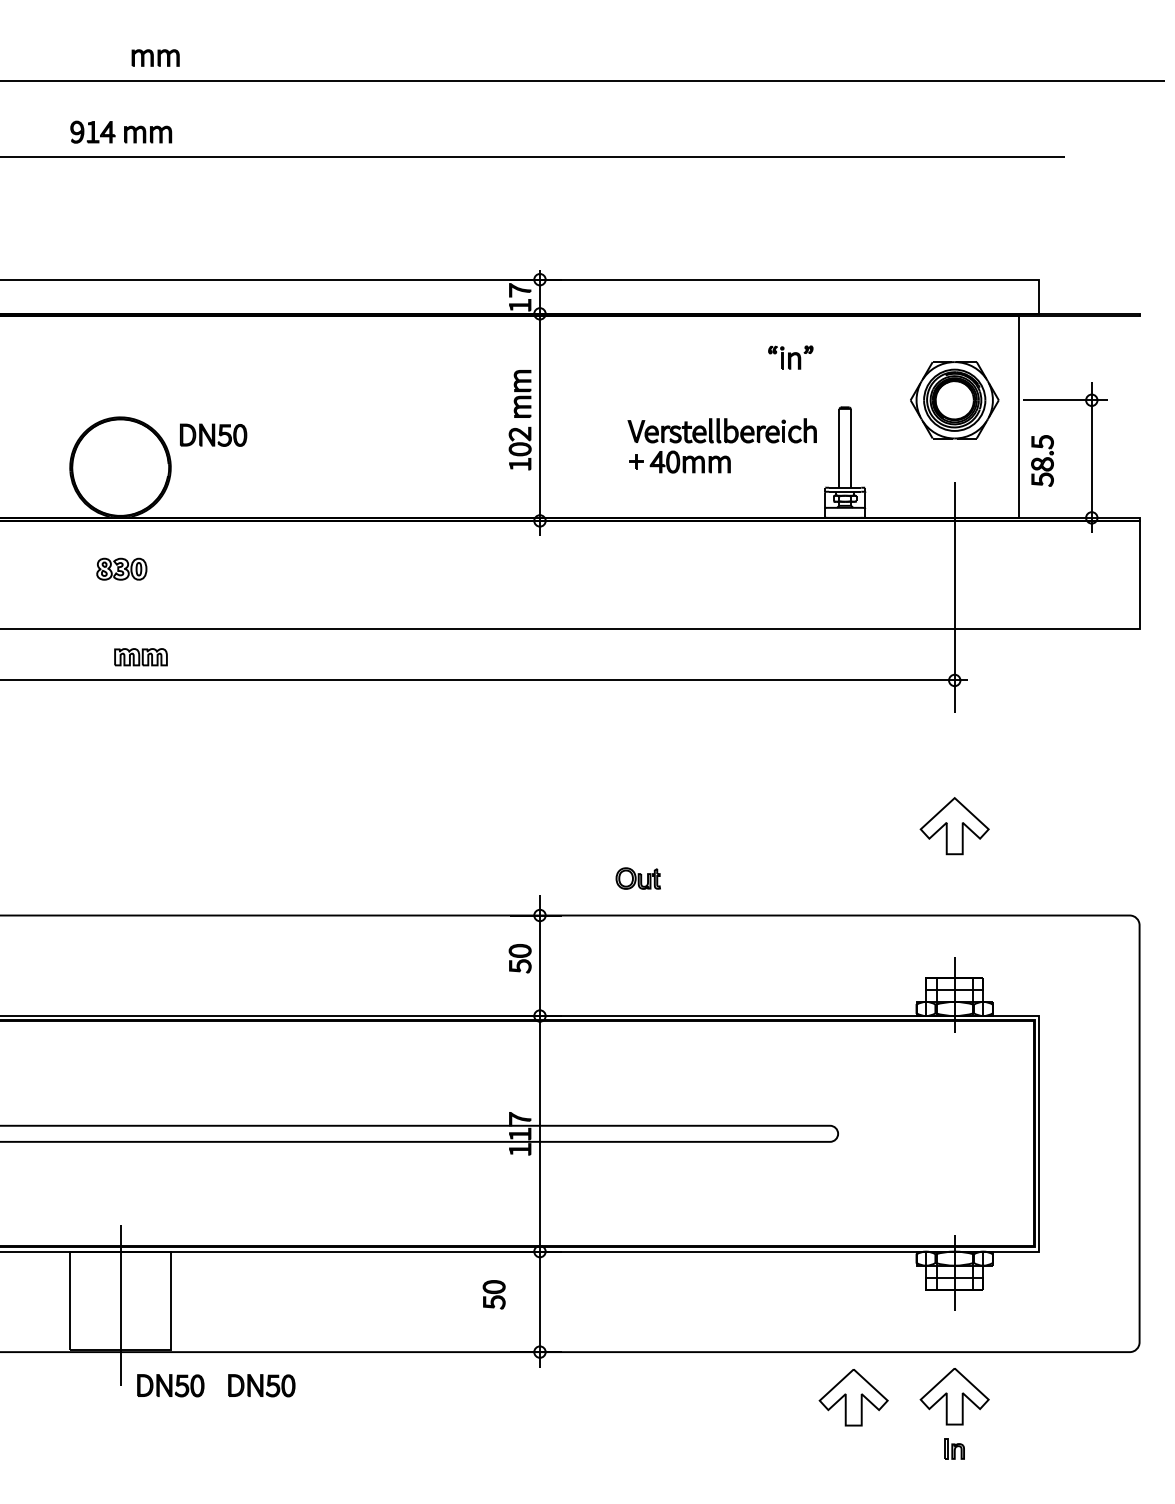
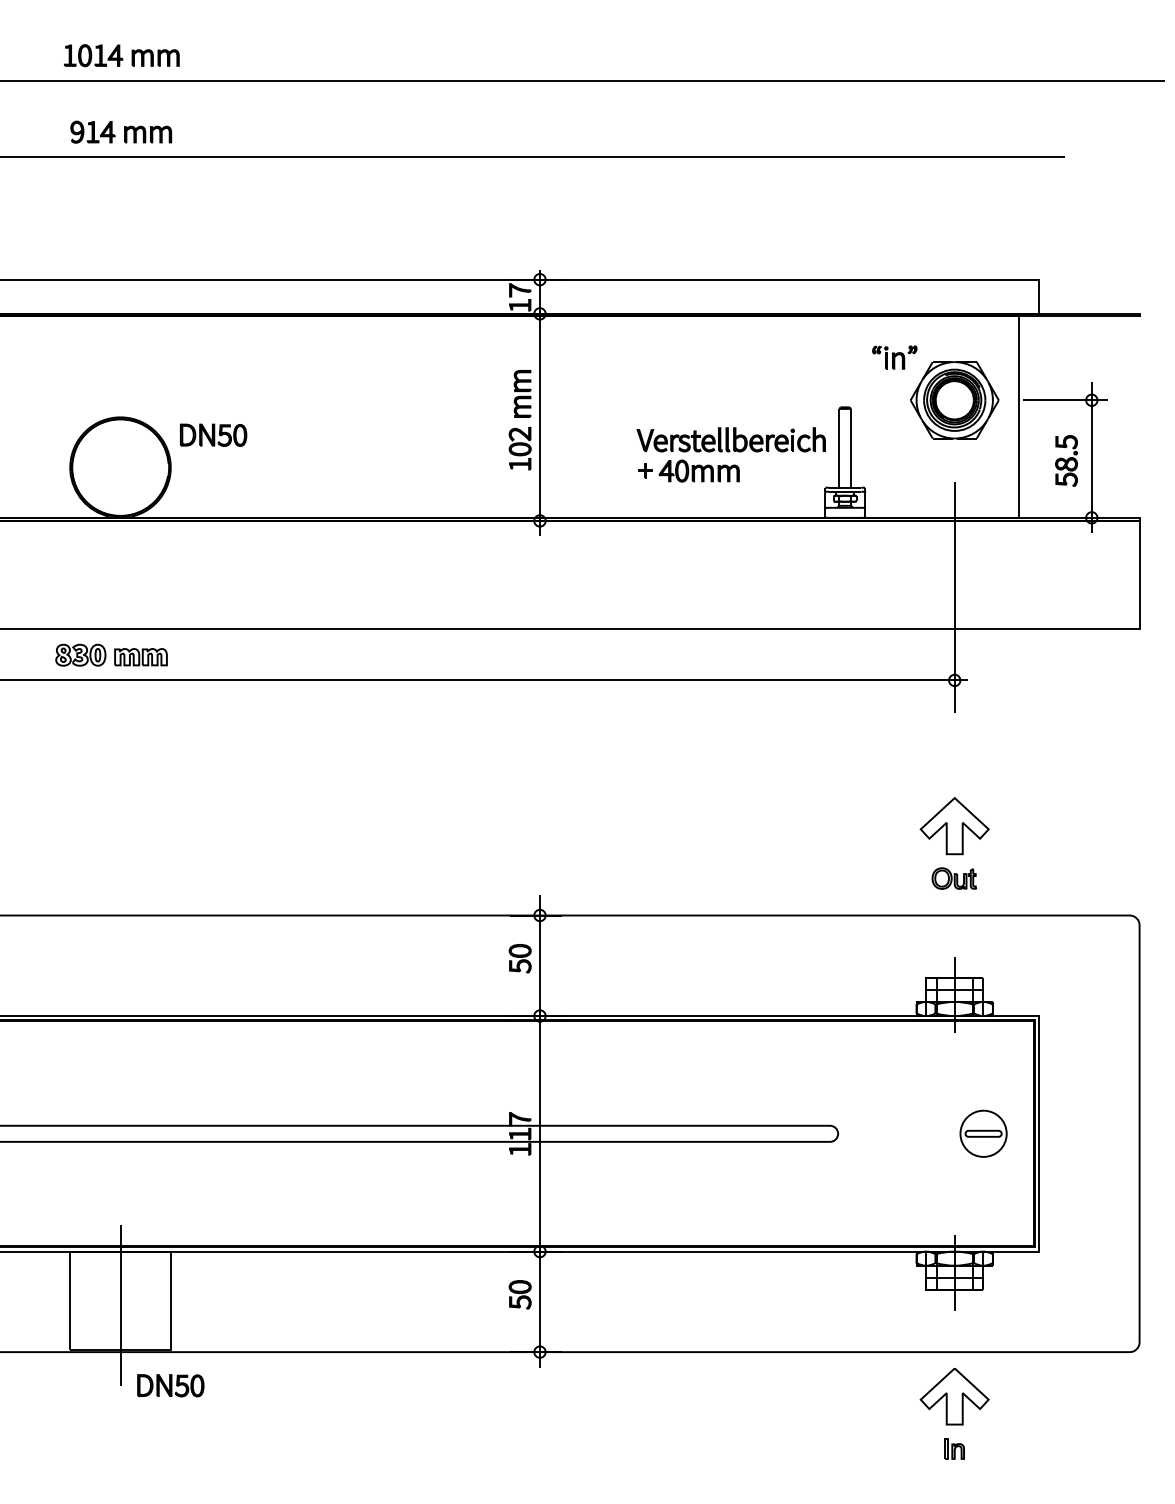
part at (93, 55): none -> present
part at (790, 357) position: (790, 357) -> (894, 357)
part at (721, 445) position: (721, 445) -> (730, 454)
part at (1042, 460) position: (1042, 460) -> (1066, 460)
part at (121, 568) position: (121, 568) -> (80, 654)
part at (637, 878) position: (637, 878) -> (953, 878)
part at (983, 1133): none -> present
part at (493, 1294) position: (493, 1294) -> (519, 1294)
part at (261, 1385): present -> none
part at (853, 1397): present -> none
